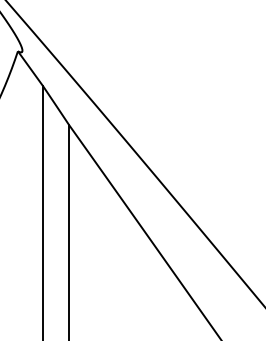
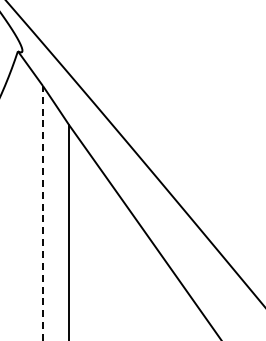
line at (43, 213): solid -> dashed
